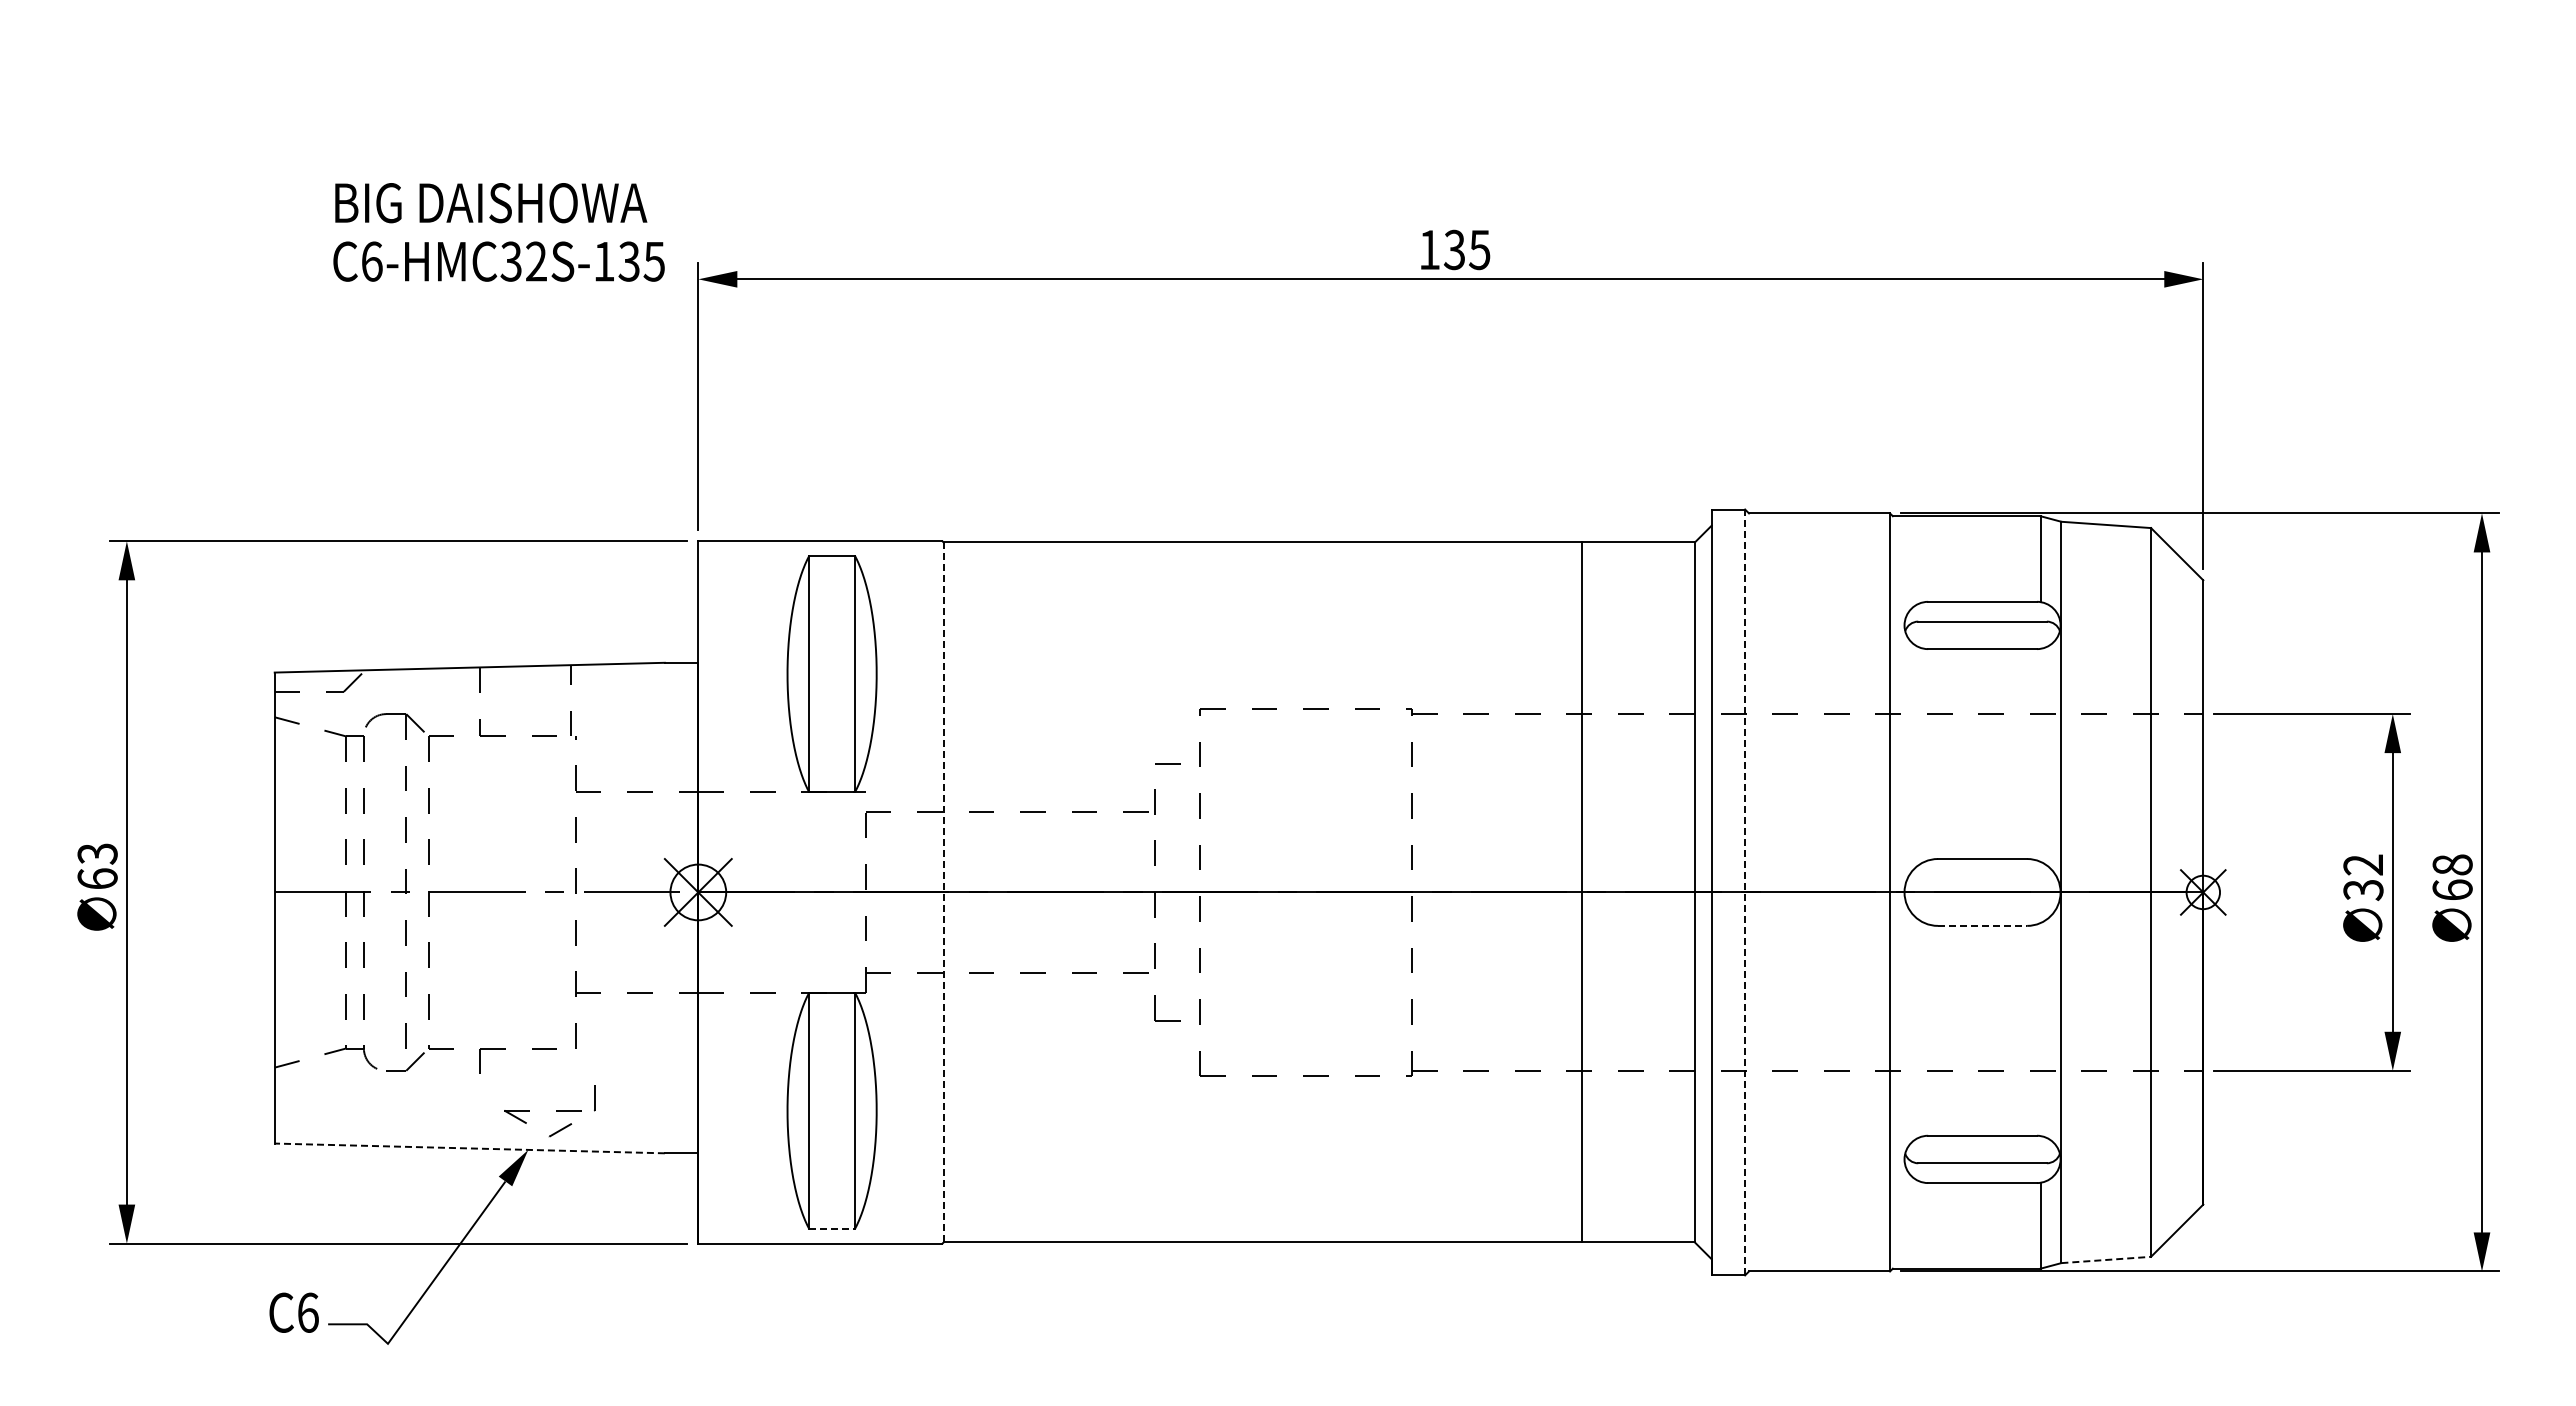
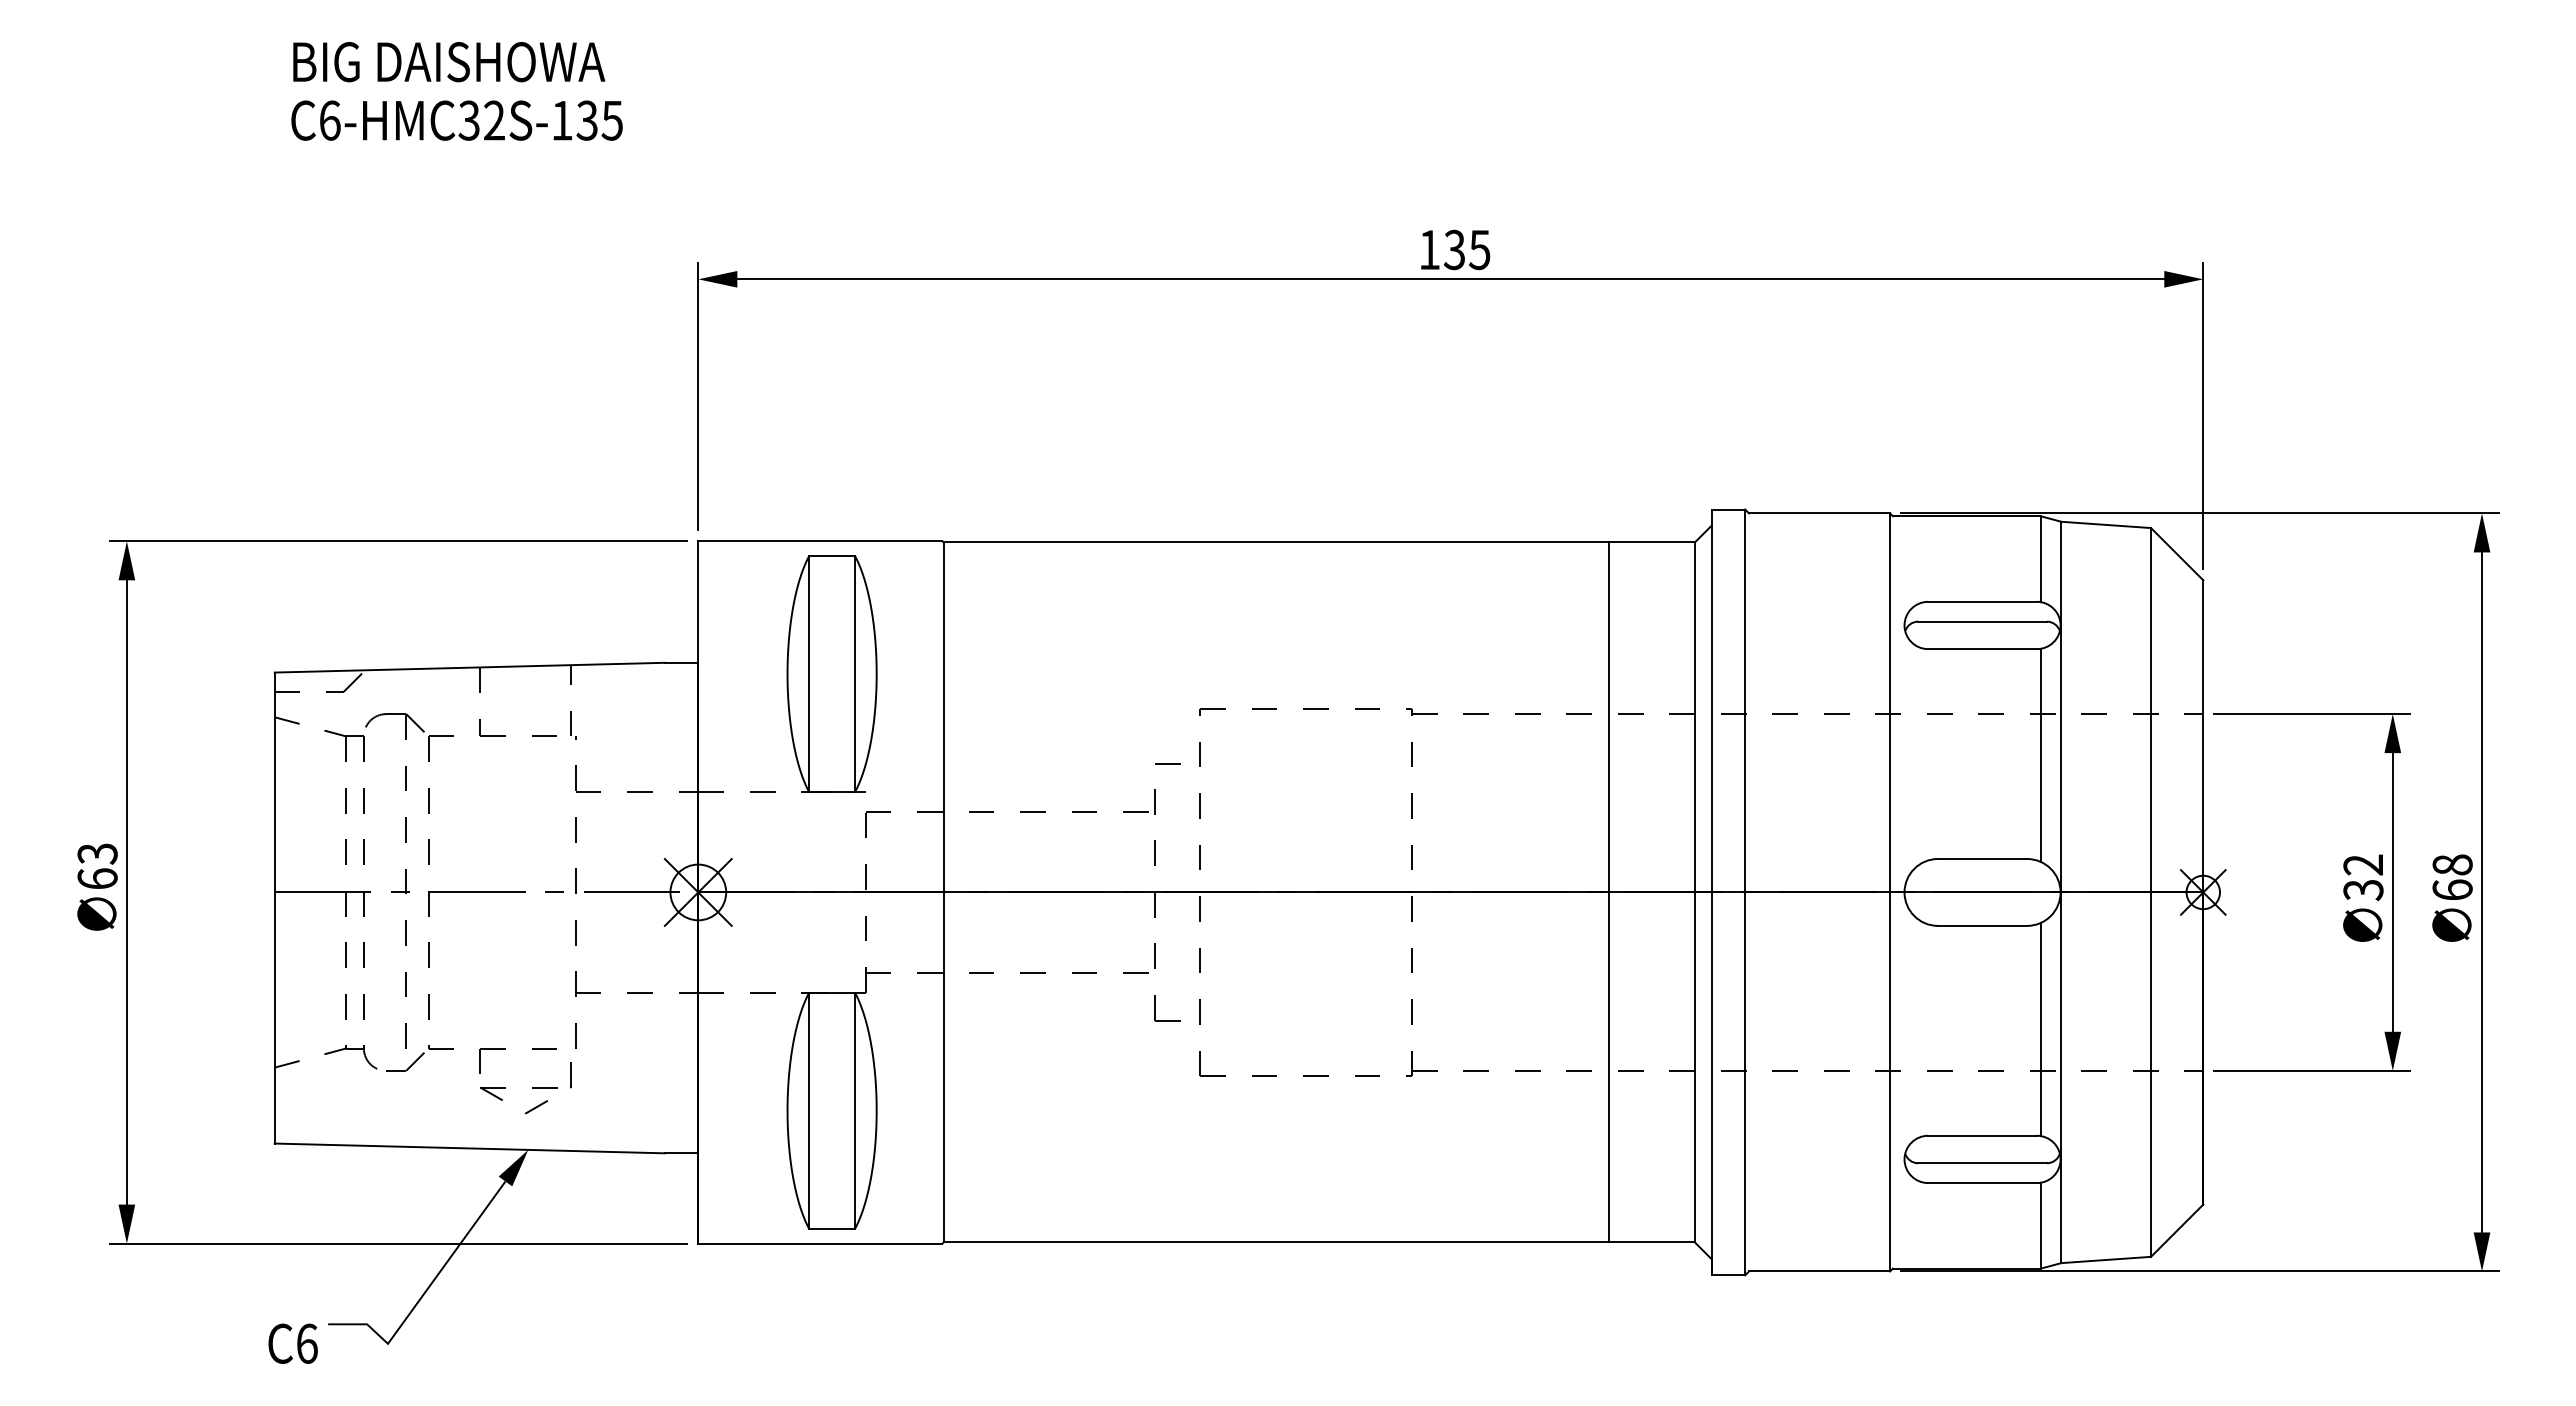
text at (498, 232) position: (498, 232) -> (456, 91)
line at (2040, 754): none -> present
line at (943, 892): dashed -> solid
line at (1582, 892) position: (1582, 892) -> (1609, 892)
line at (1745, 892): dashed -> solid
line at (1982, 925): dashed -> solid
line at (2040, 1029): none -> present
part at (556, 1111) position: (556, 1111) -> (532, 1088)
line at (469, 1148): dashed -> solid
line at (832, 1229): dashed -> solid
line at (2106, 1259): dashed -> solid
text at (293, 1312) position: (293, 1312) -> (292, 1343)
